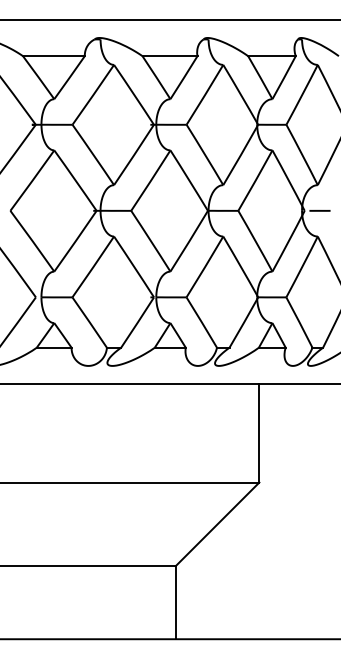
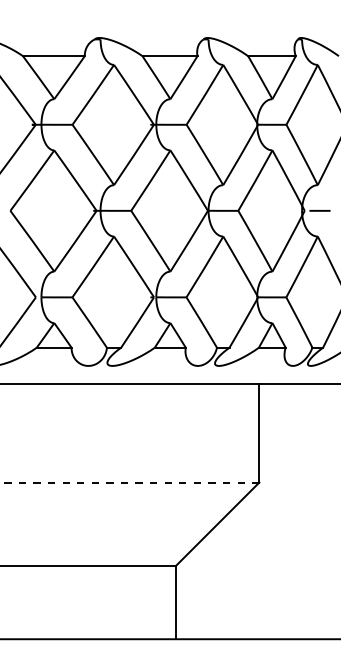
line at (169, 19): present -> none
line at (129, 482): solid -> dashed
